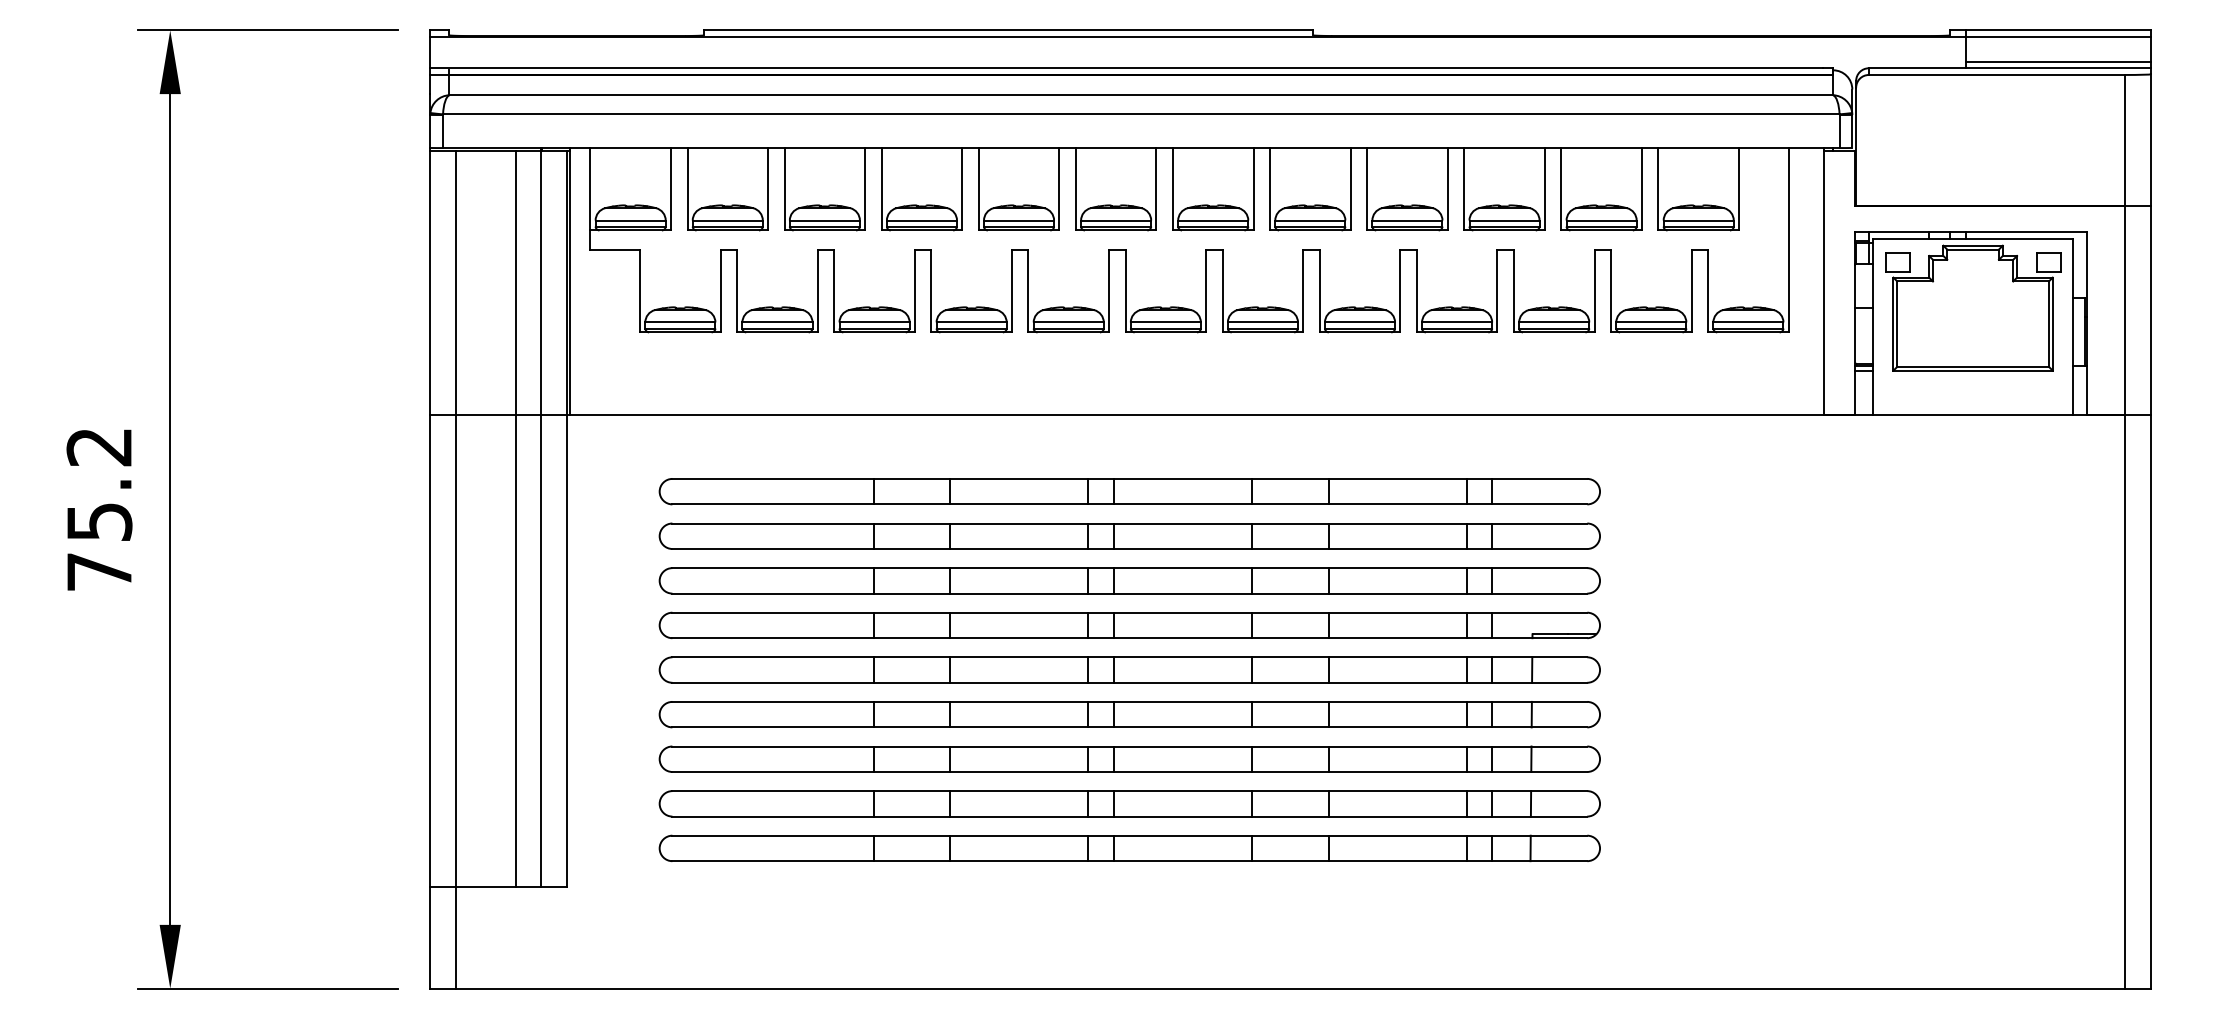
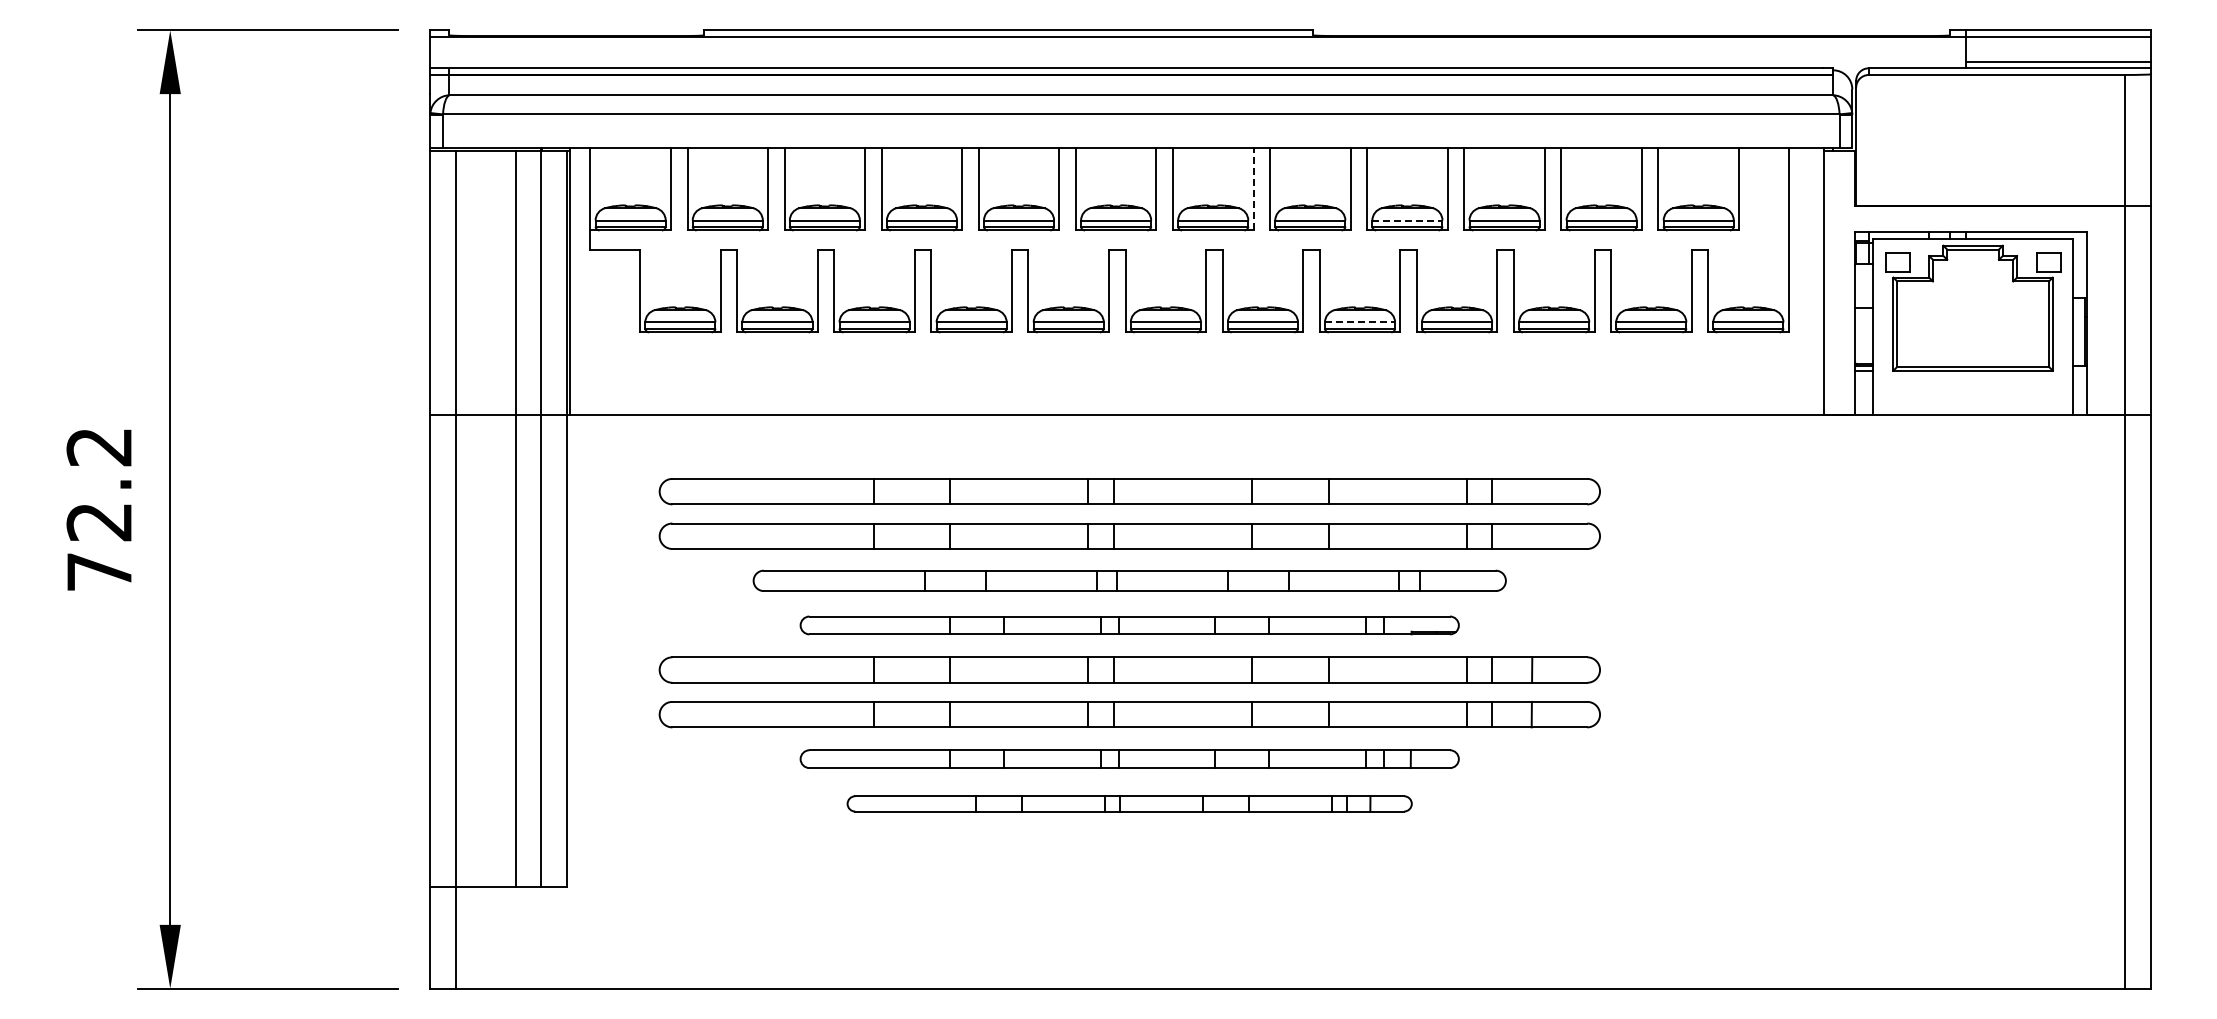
line at (1253, 188): solid -> dashed
line at (1407, 220): solid -> dashed
line at (1360, 322): solid -> dashed
text at (99, 522): 75.2 -> 72.2
part at (1129, 580) size: 943x28 px -> 755x23 px
part at (1129, 625) size: 943x29 px -> 661x21 px
part at (1129, 758) size: 943x28 px -> 661x20 px
part at (1129, 803) size: 943x28 px -> 567x18 px
part at (1129, 848): present -> none
